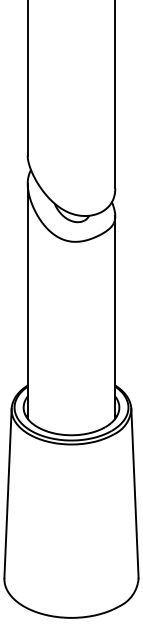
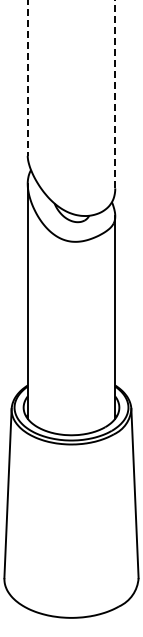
line at (27, 78): solid -> dashed
line at (115, 93): solid -> dashed
